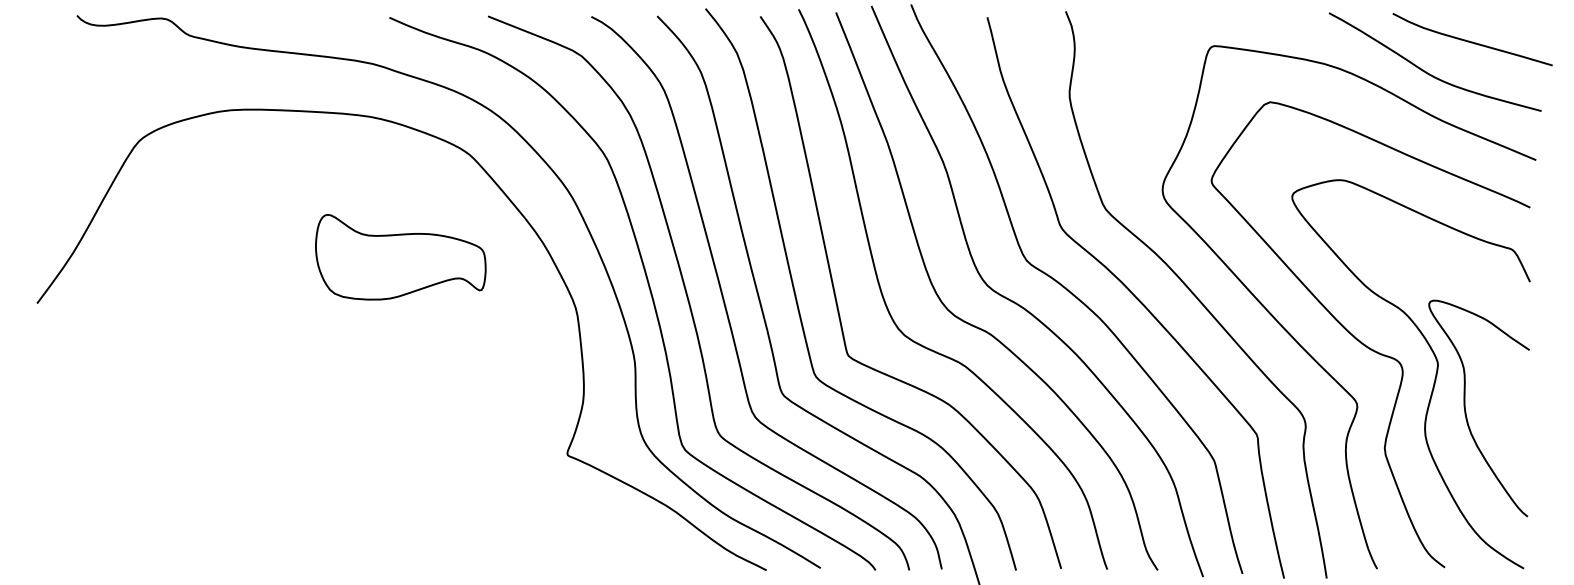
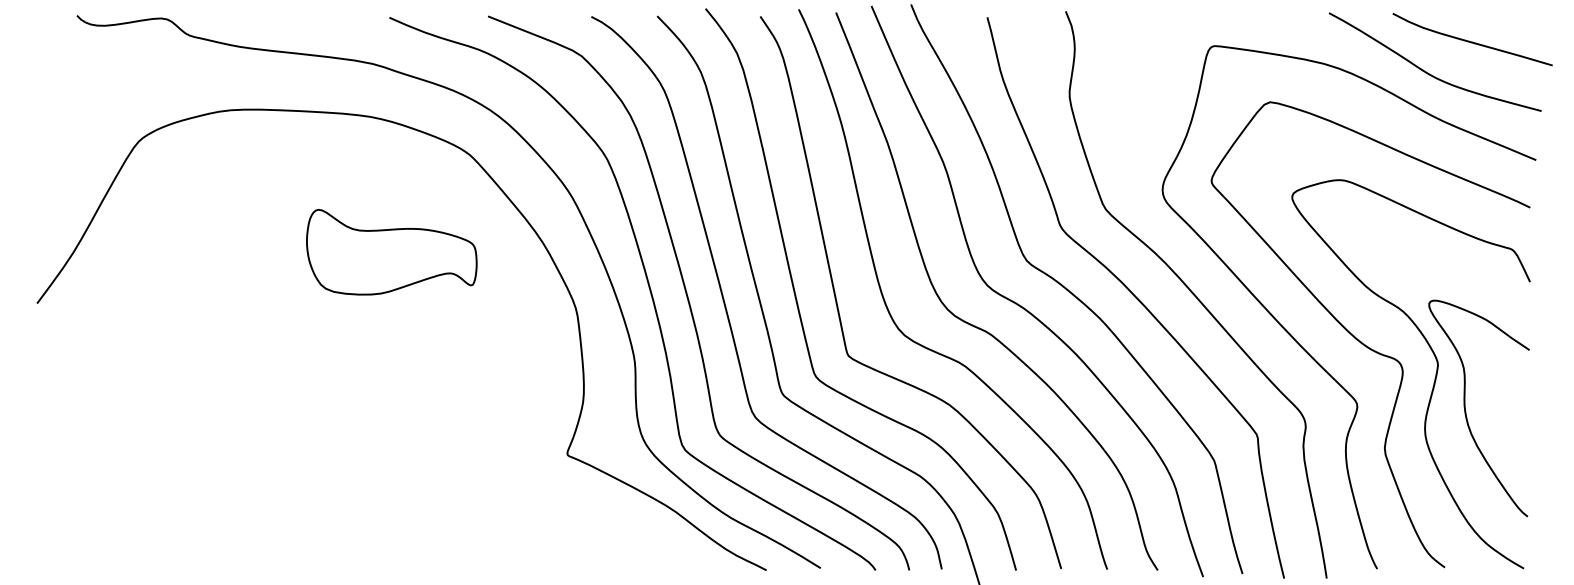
part at (400, 257) position: (400, 257) -> (391, 252)
